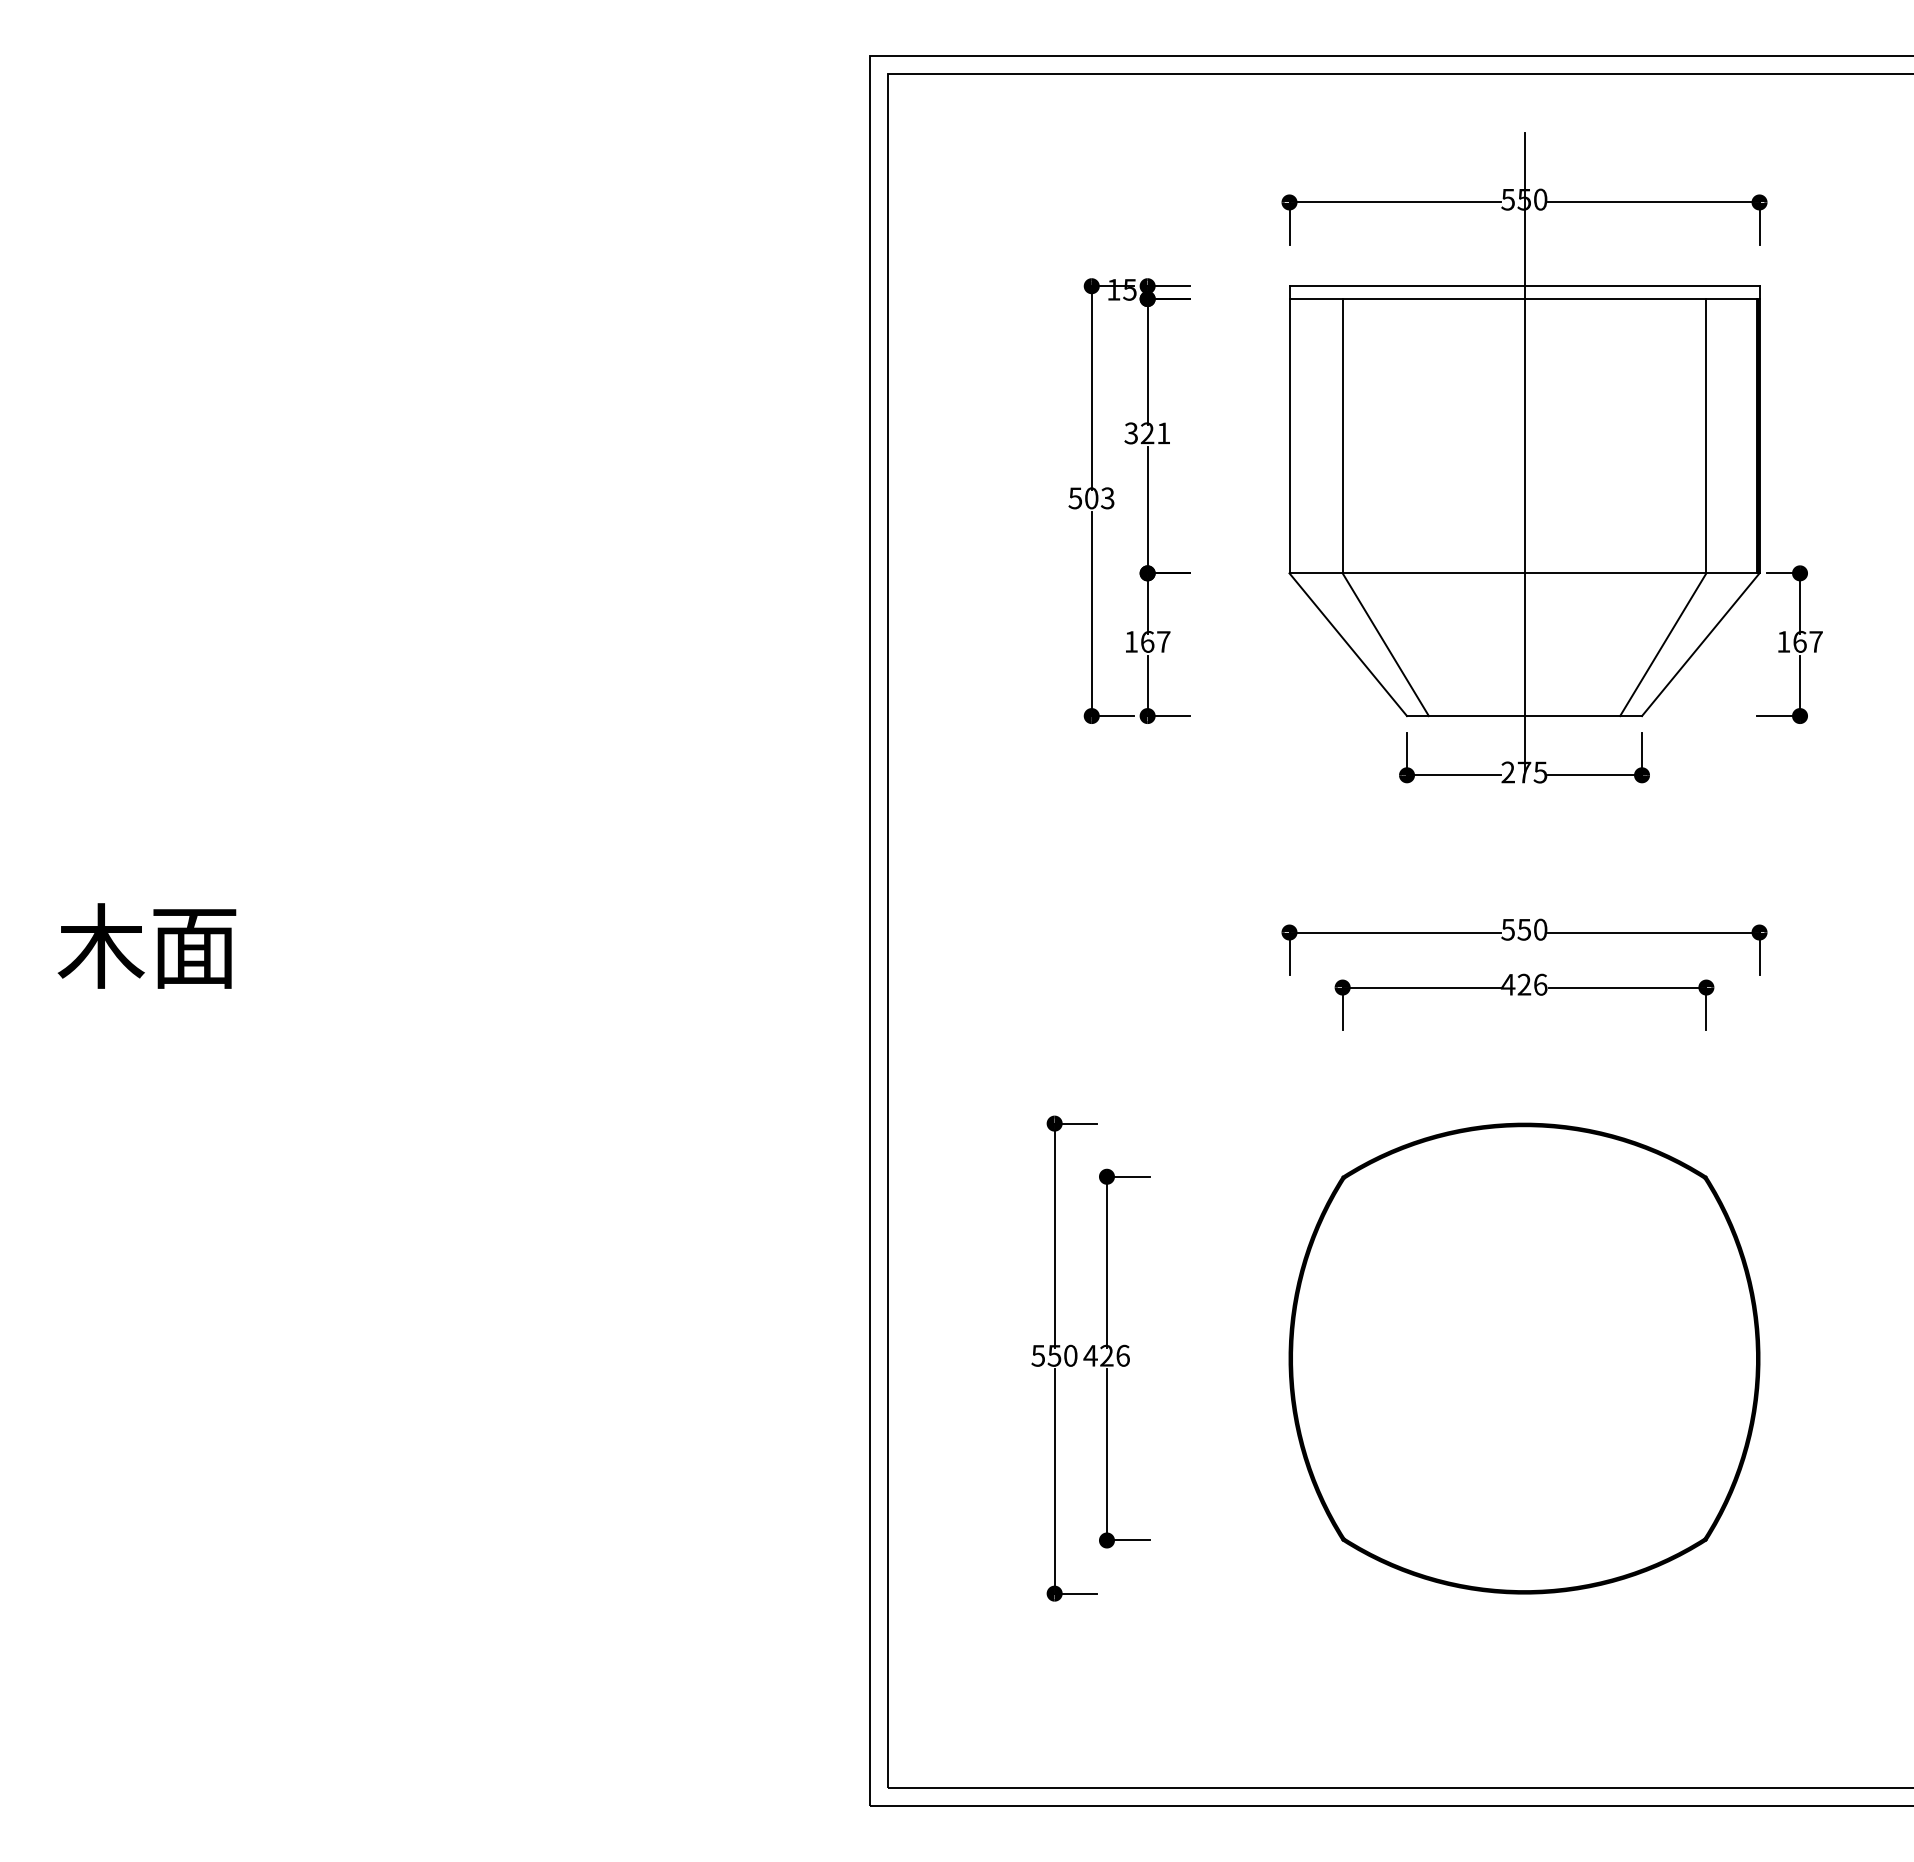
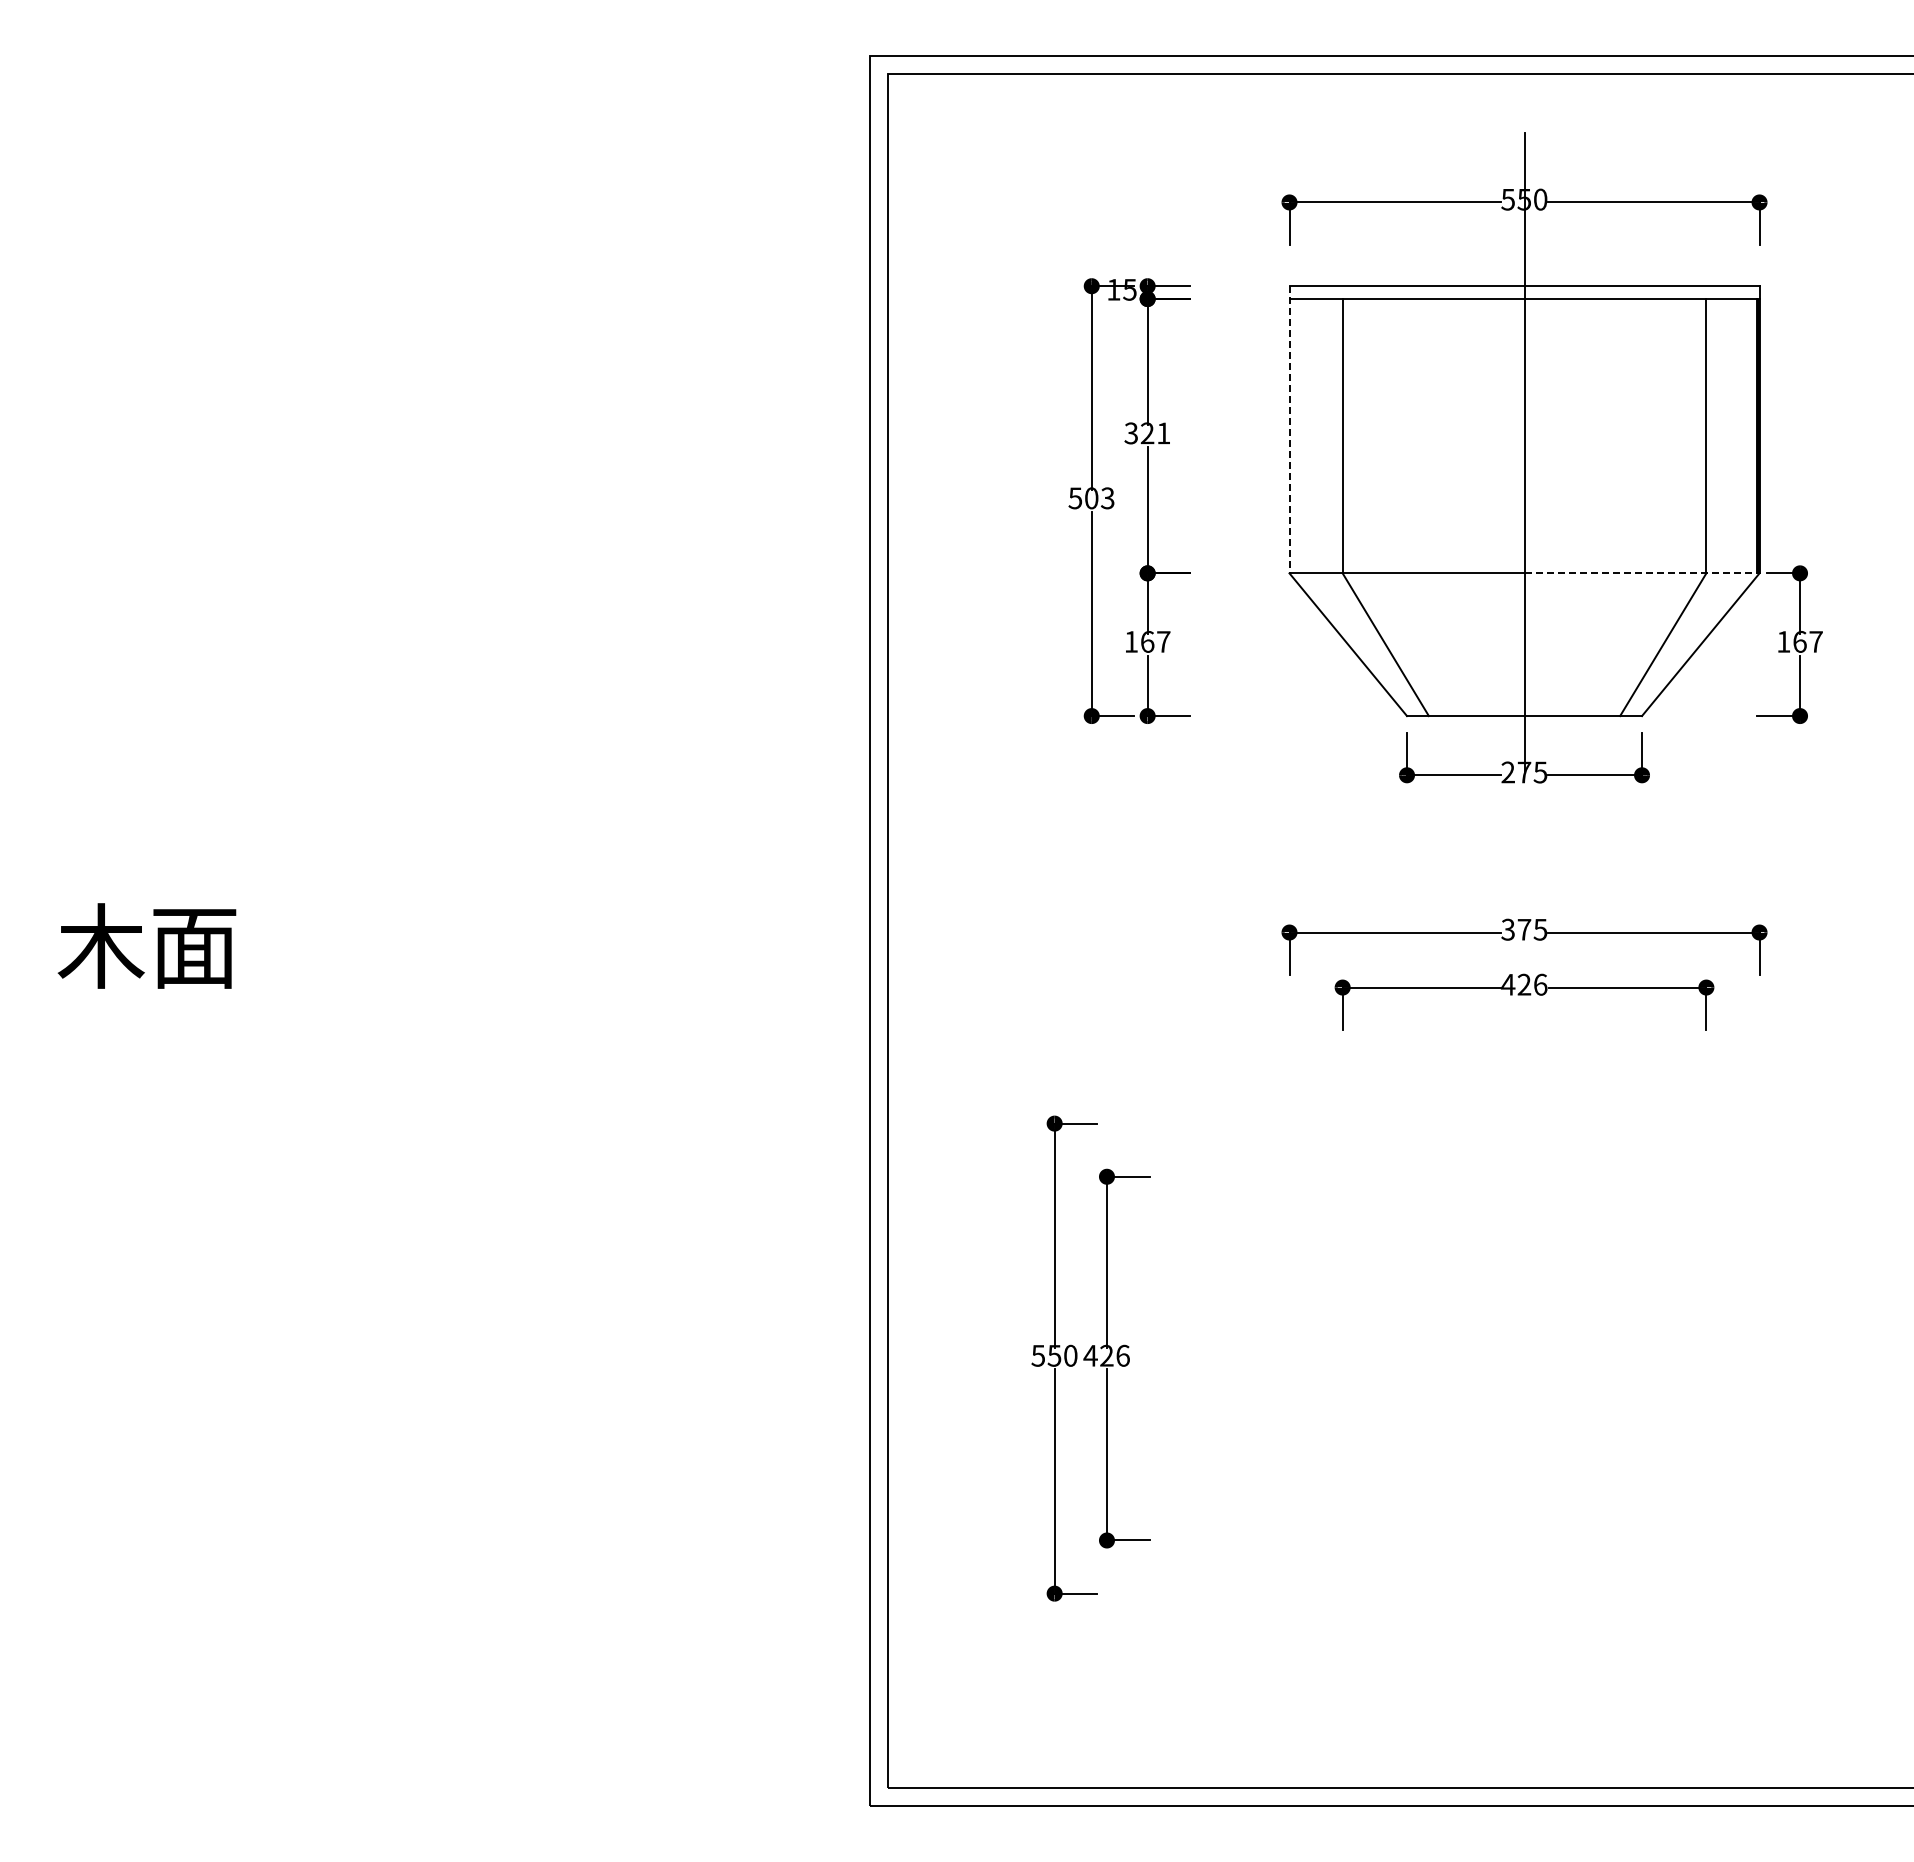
line at (1289, 429): solid -> dashed
line at (1642, 573): solid -> dashed
text at (1524, 929): 550 -> 375
part at (1524, 1358): present -> none
